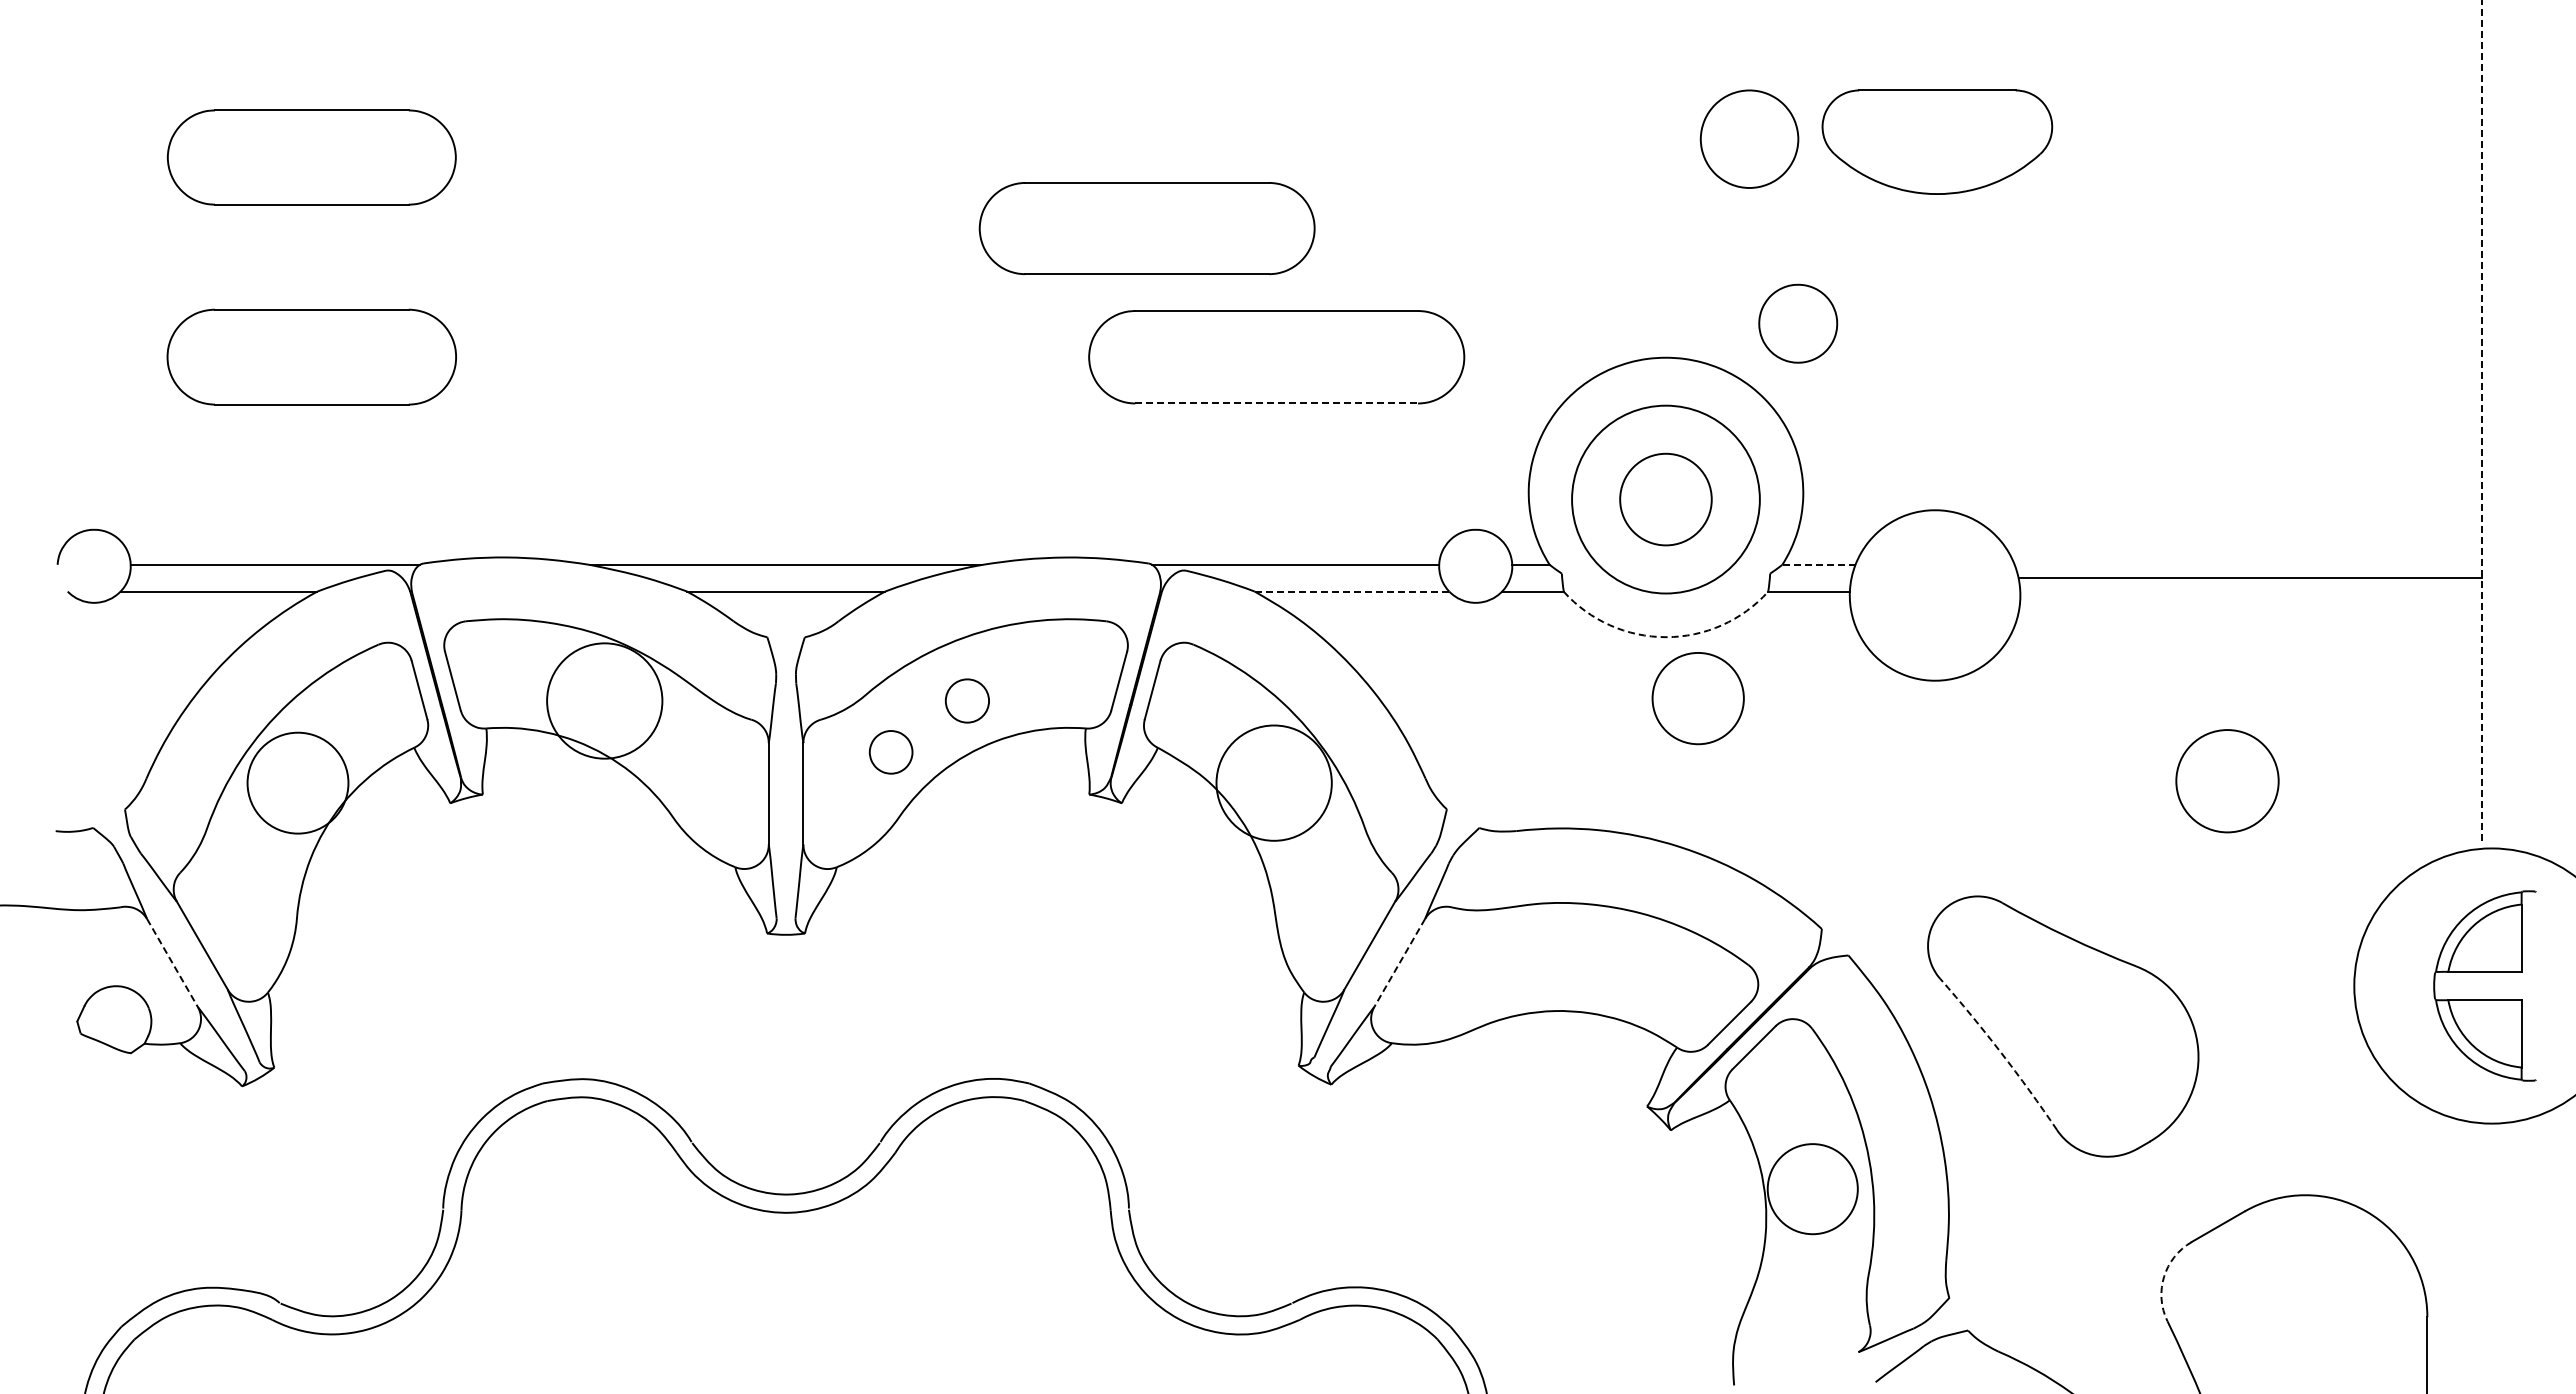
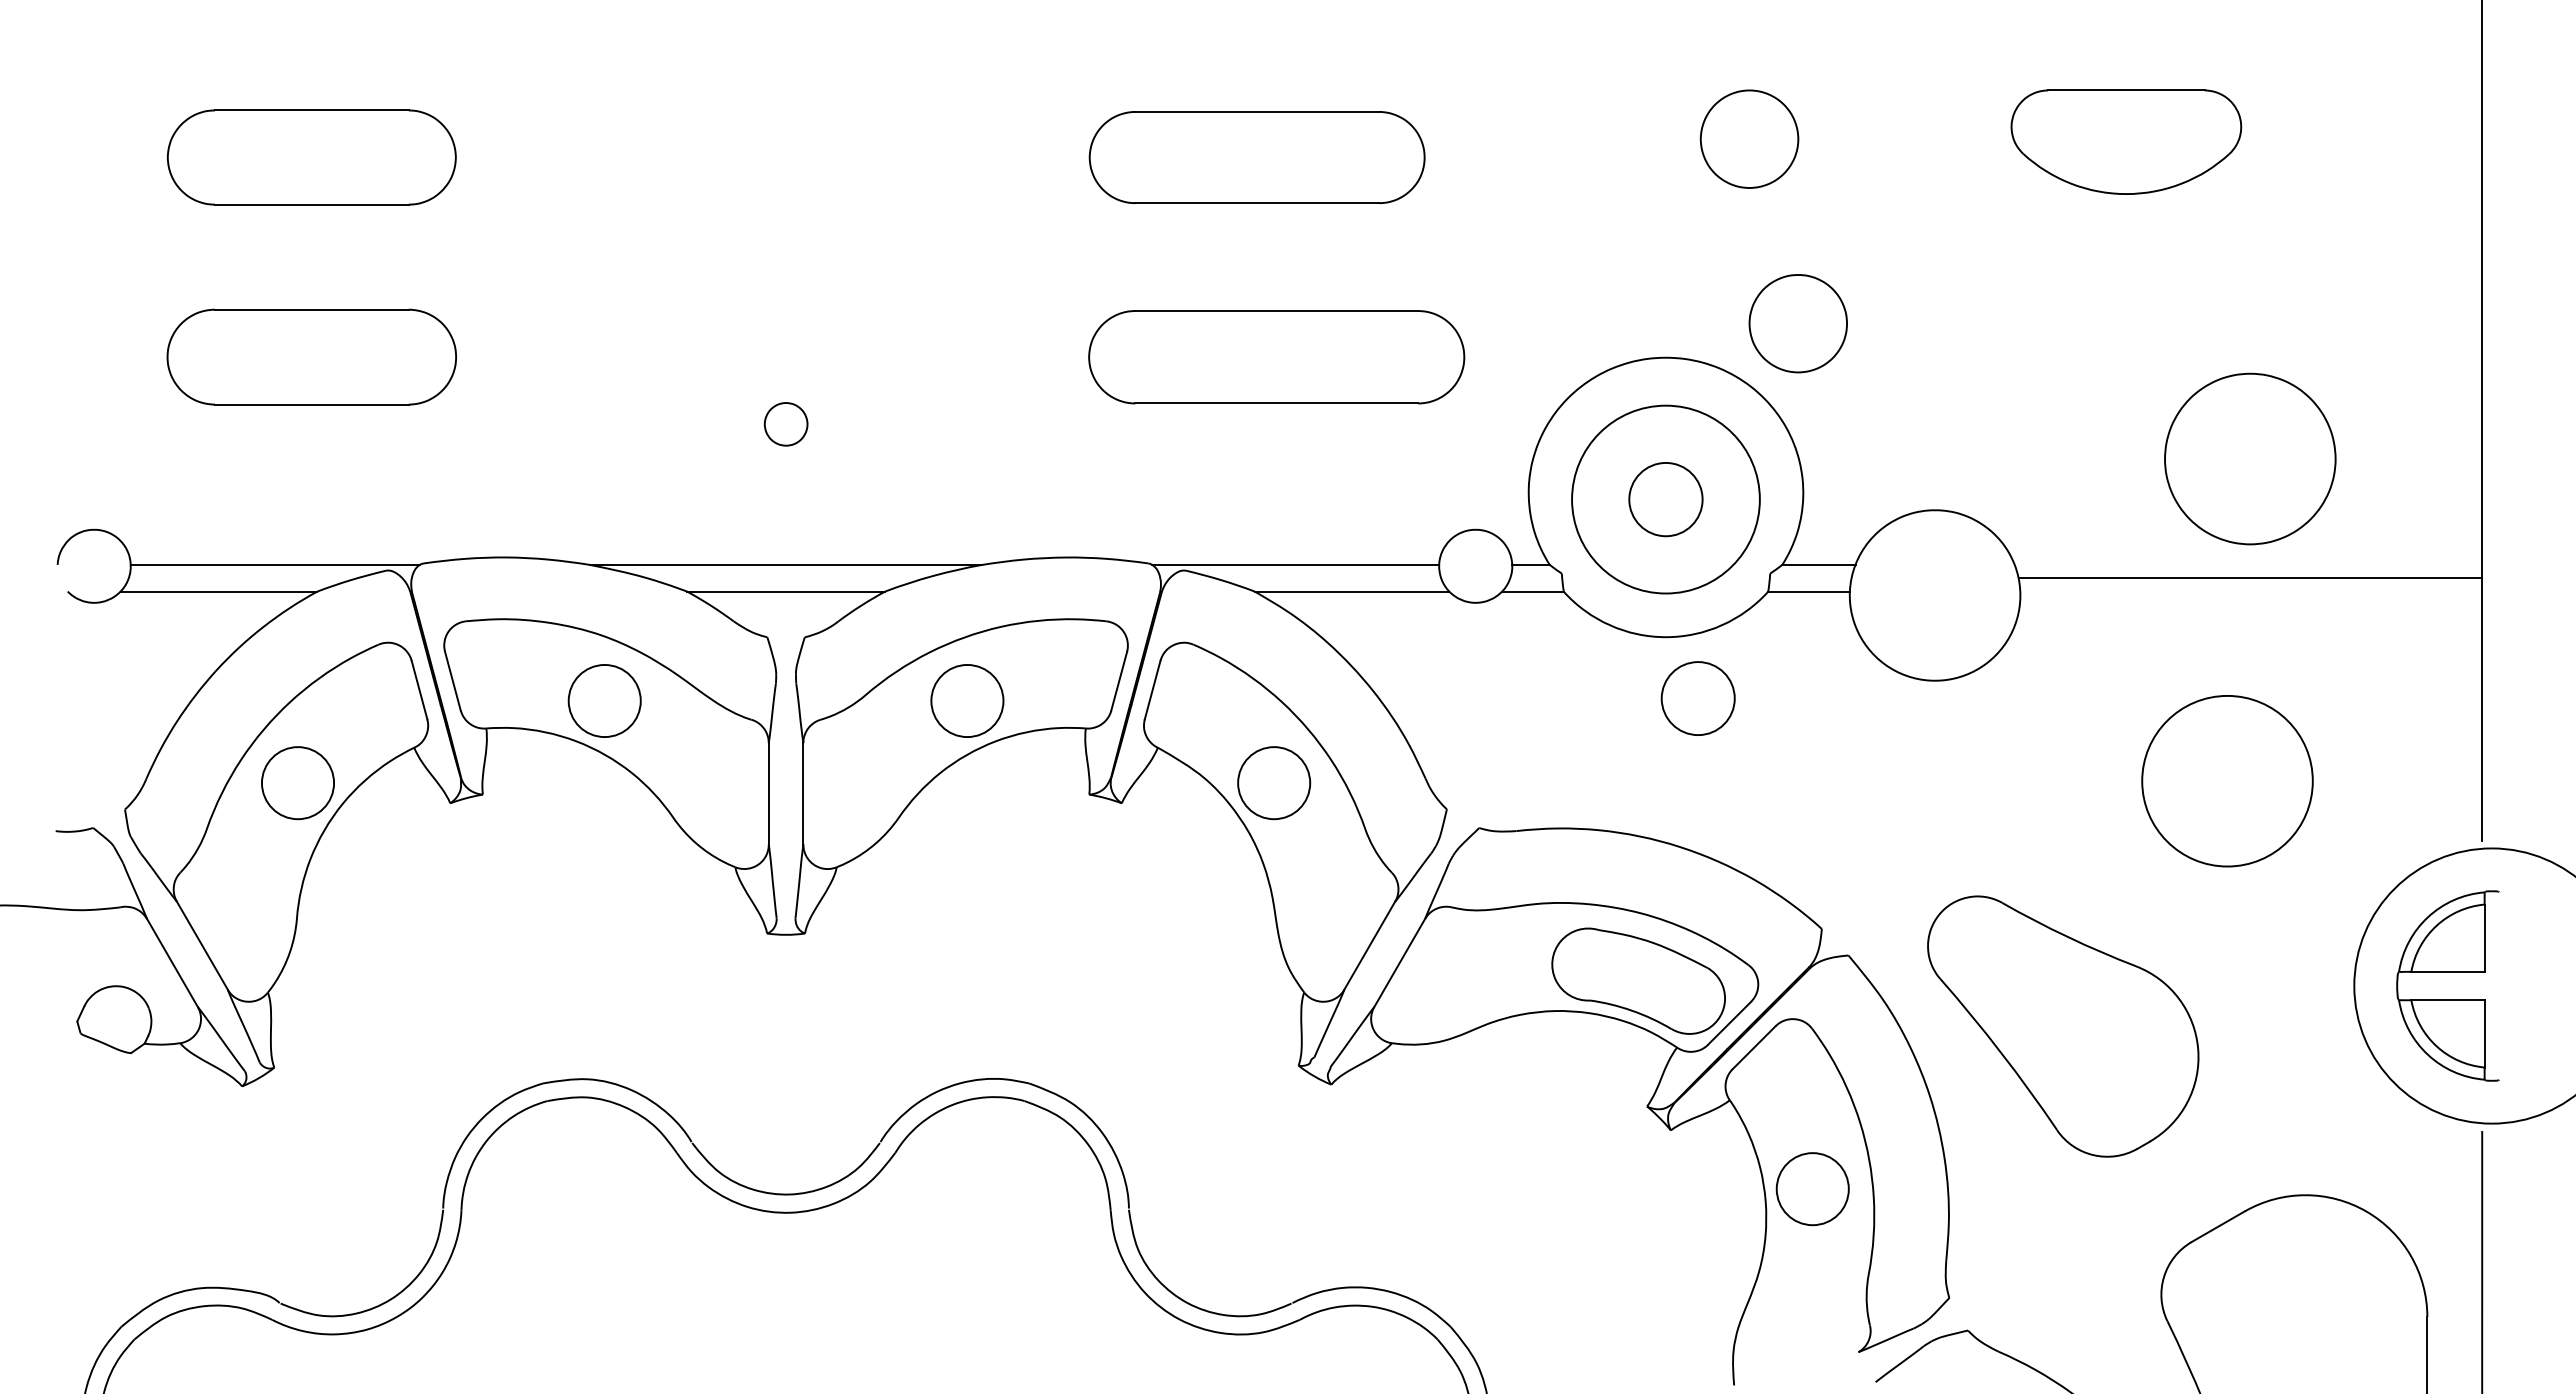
part at (1937, 141) position: (1937, 141) -> (2126, 141)
part at (1146, 228) position: (1146, 228) -> (1256, 157)
part at (1798, 323) size: 81x81 px -> 100x100 px
line at (1277, 403): dashed -> solid
line at (2482, 420): dashed -> solid
part at (2250, 458): none -> present
circle at (1665, 499) diameter: 92 px -> 73 px
line at (1818, 564): dashed -> solid
line at (1352, 591): dashed -> solid
arc at (1665, 637): dashed -> solid
circle at (1697, 698) diameter: 91 px -> 73 px
circle at (604, 700) diameter: 115 px -> 72 px
circle at (967, 700) diameter: 43 px -> 72 px
part at (890, 752) position: (890, 752) -> (785, 424)
circle at (2227, 781) diameter: 102 px -> 171 px
circle at (297, 782) diameter: 101 px -> 72 px
circle at (1273, 782) diameter: 115 px -> 72 px
line at (172, 962): dashed -> solid
line at (1399, 962): dashed -> solid
part at (2484, 972) position: (2484, 972) -> (2447, 972)
part at (1638, 980): none -> present
arc at (2001, 1052): dashed -> solid
circle at (1812, 1189) diameter: 90 px -> 72 px
line at (2482, 1261): none -> present
arc at (2164, 1276): dashed -> solid
